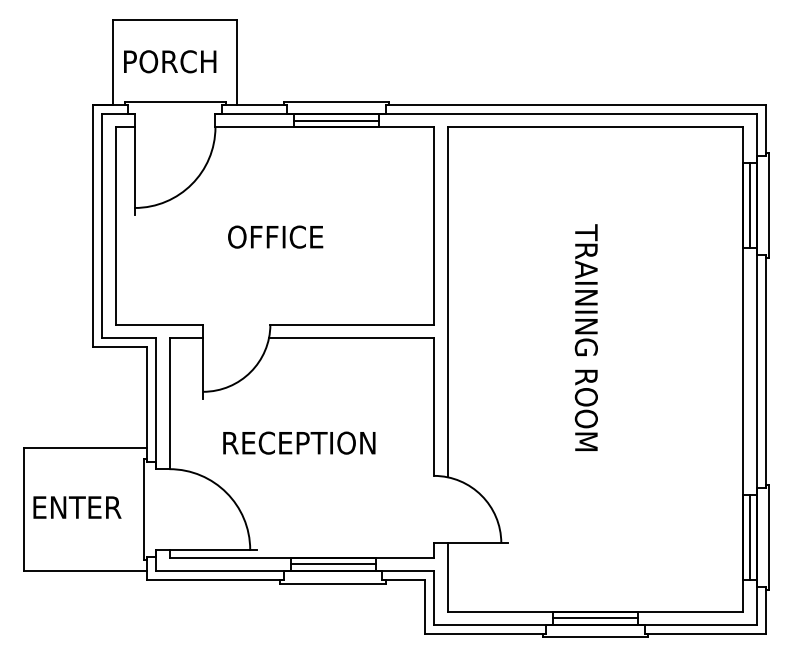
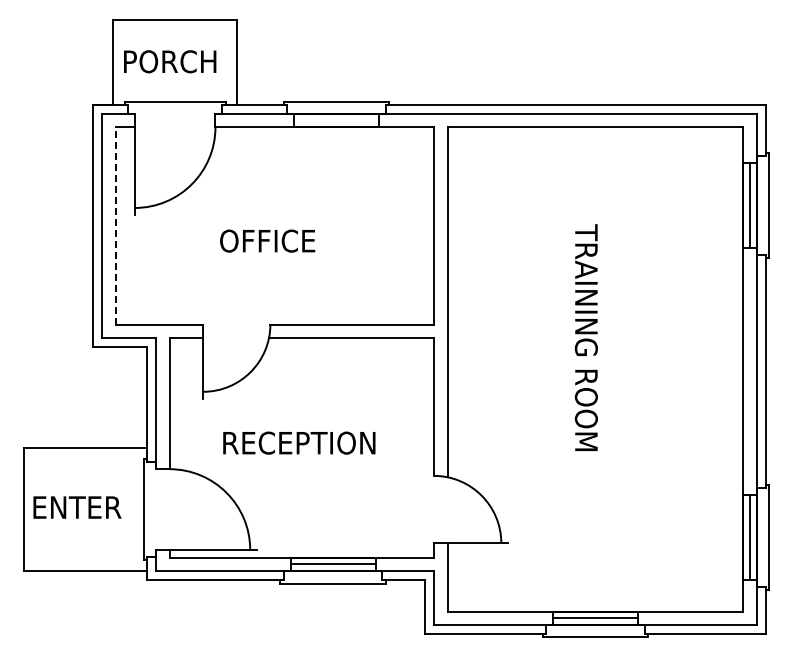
line at (336, 120): present -> none
line at (115, 225): solid -> dashed
text at (275, 236) position: (275, 236) -> (267, 240)
